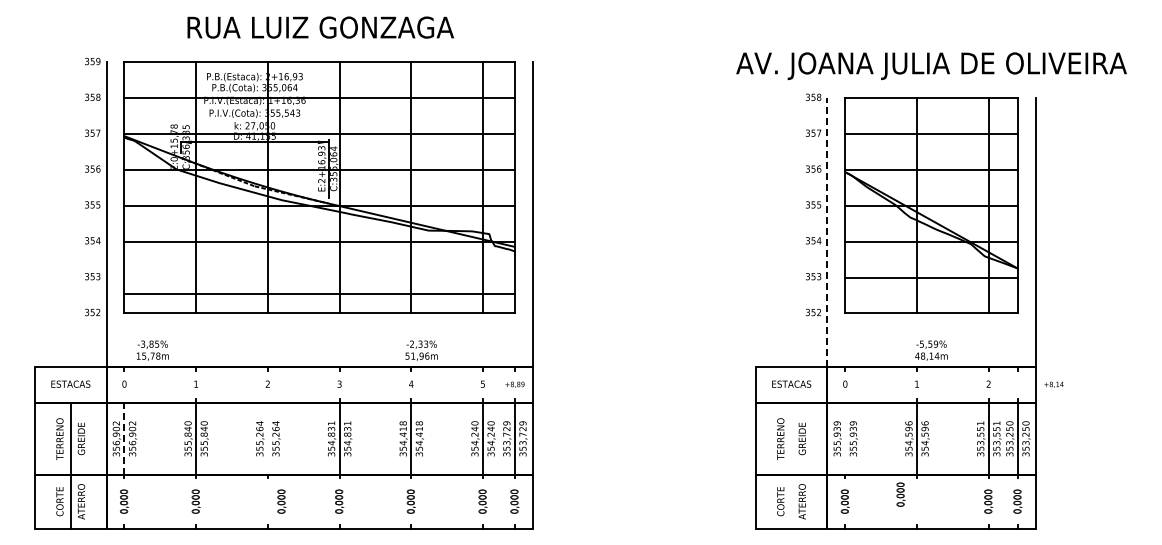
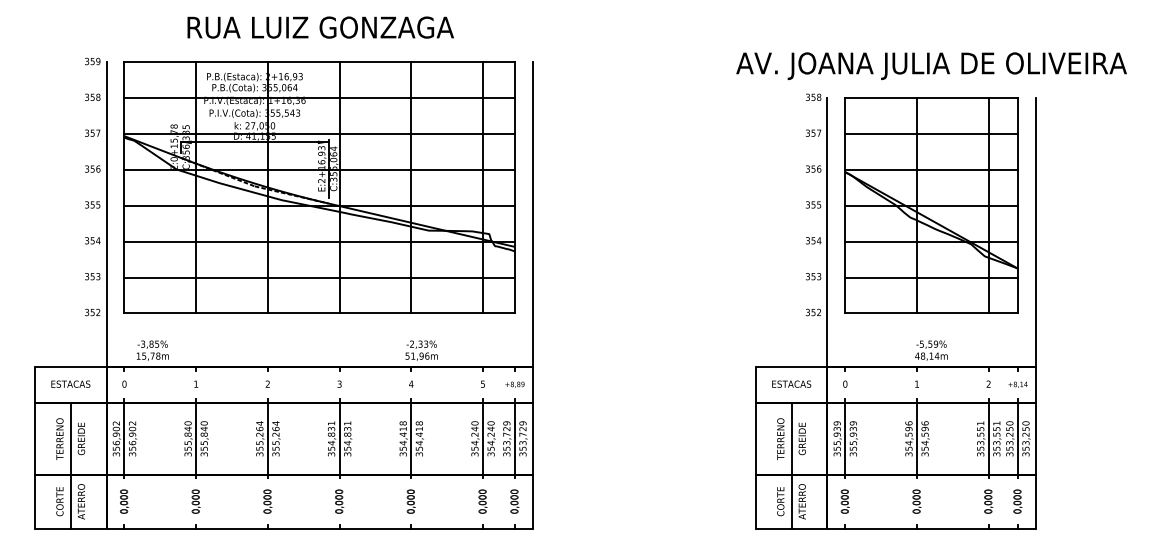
line at (827, 232): dashed -> solid
line at (319, 293) position: (319, 293) -> (319, 277)
text at (1053, 384) position: (1053, 384) -> (1017, 384)
line at (267, 436): none -> present
line at (845, 436): none -> present
line at (124, 437): dashed -> solid
line at (791, 465): none -> present
text at (900, 494) position: (900, 494) -> (916, 501)
text at (281, 501) position: (281, 501) -> (267, 501)
